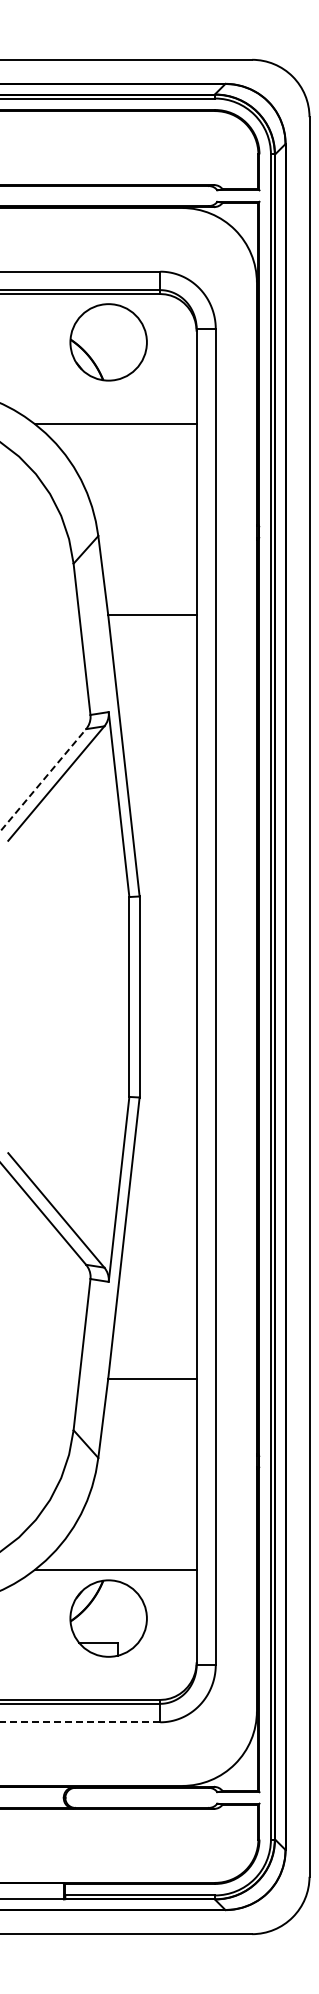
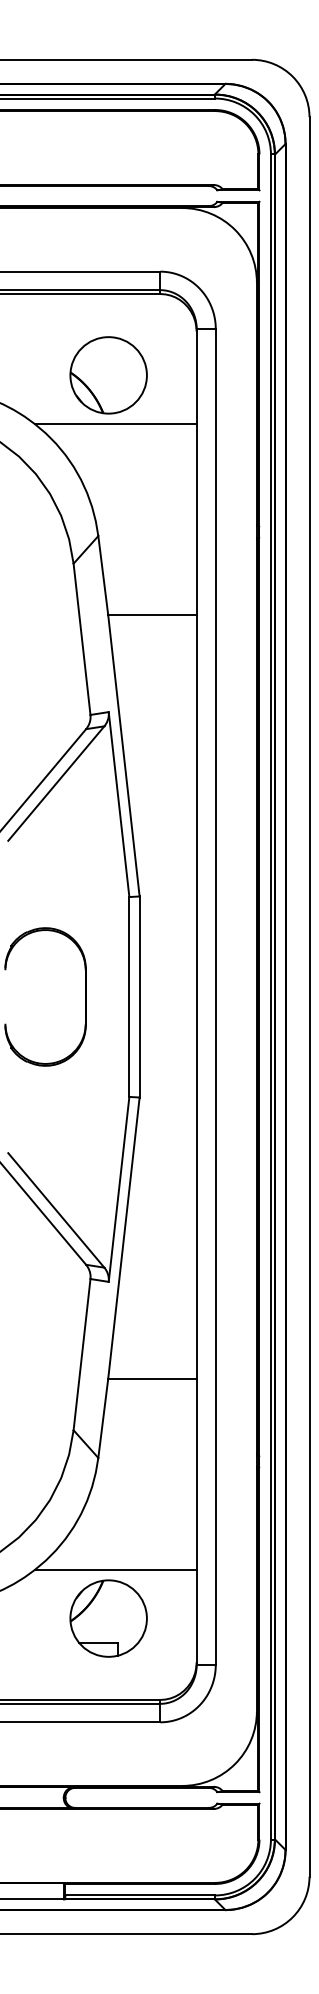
part at (108, 342) position: (108, 342) -> (108, 375)
line at (43, 780): dashed -> solid
part at (85, 996): none -> present
line at (80, 1722): dashed -> solid
